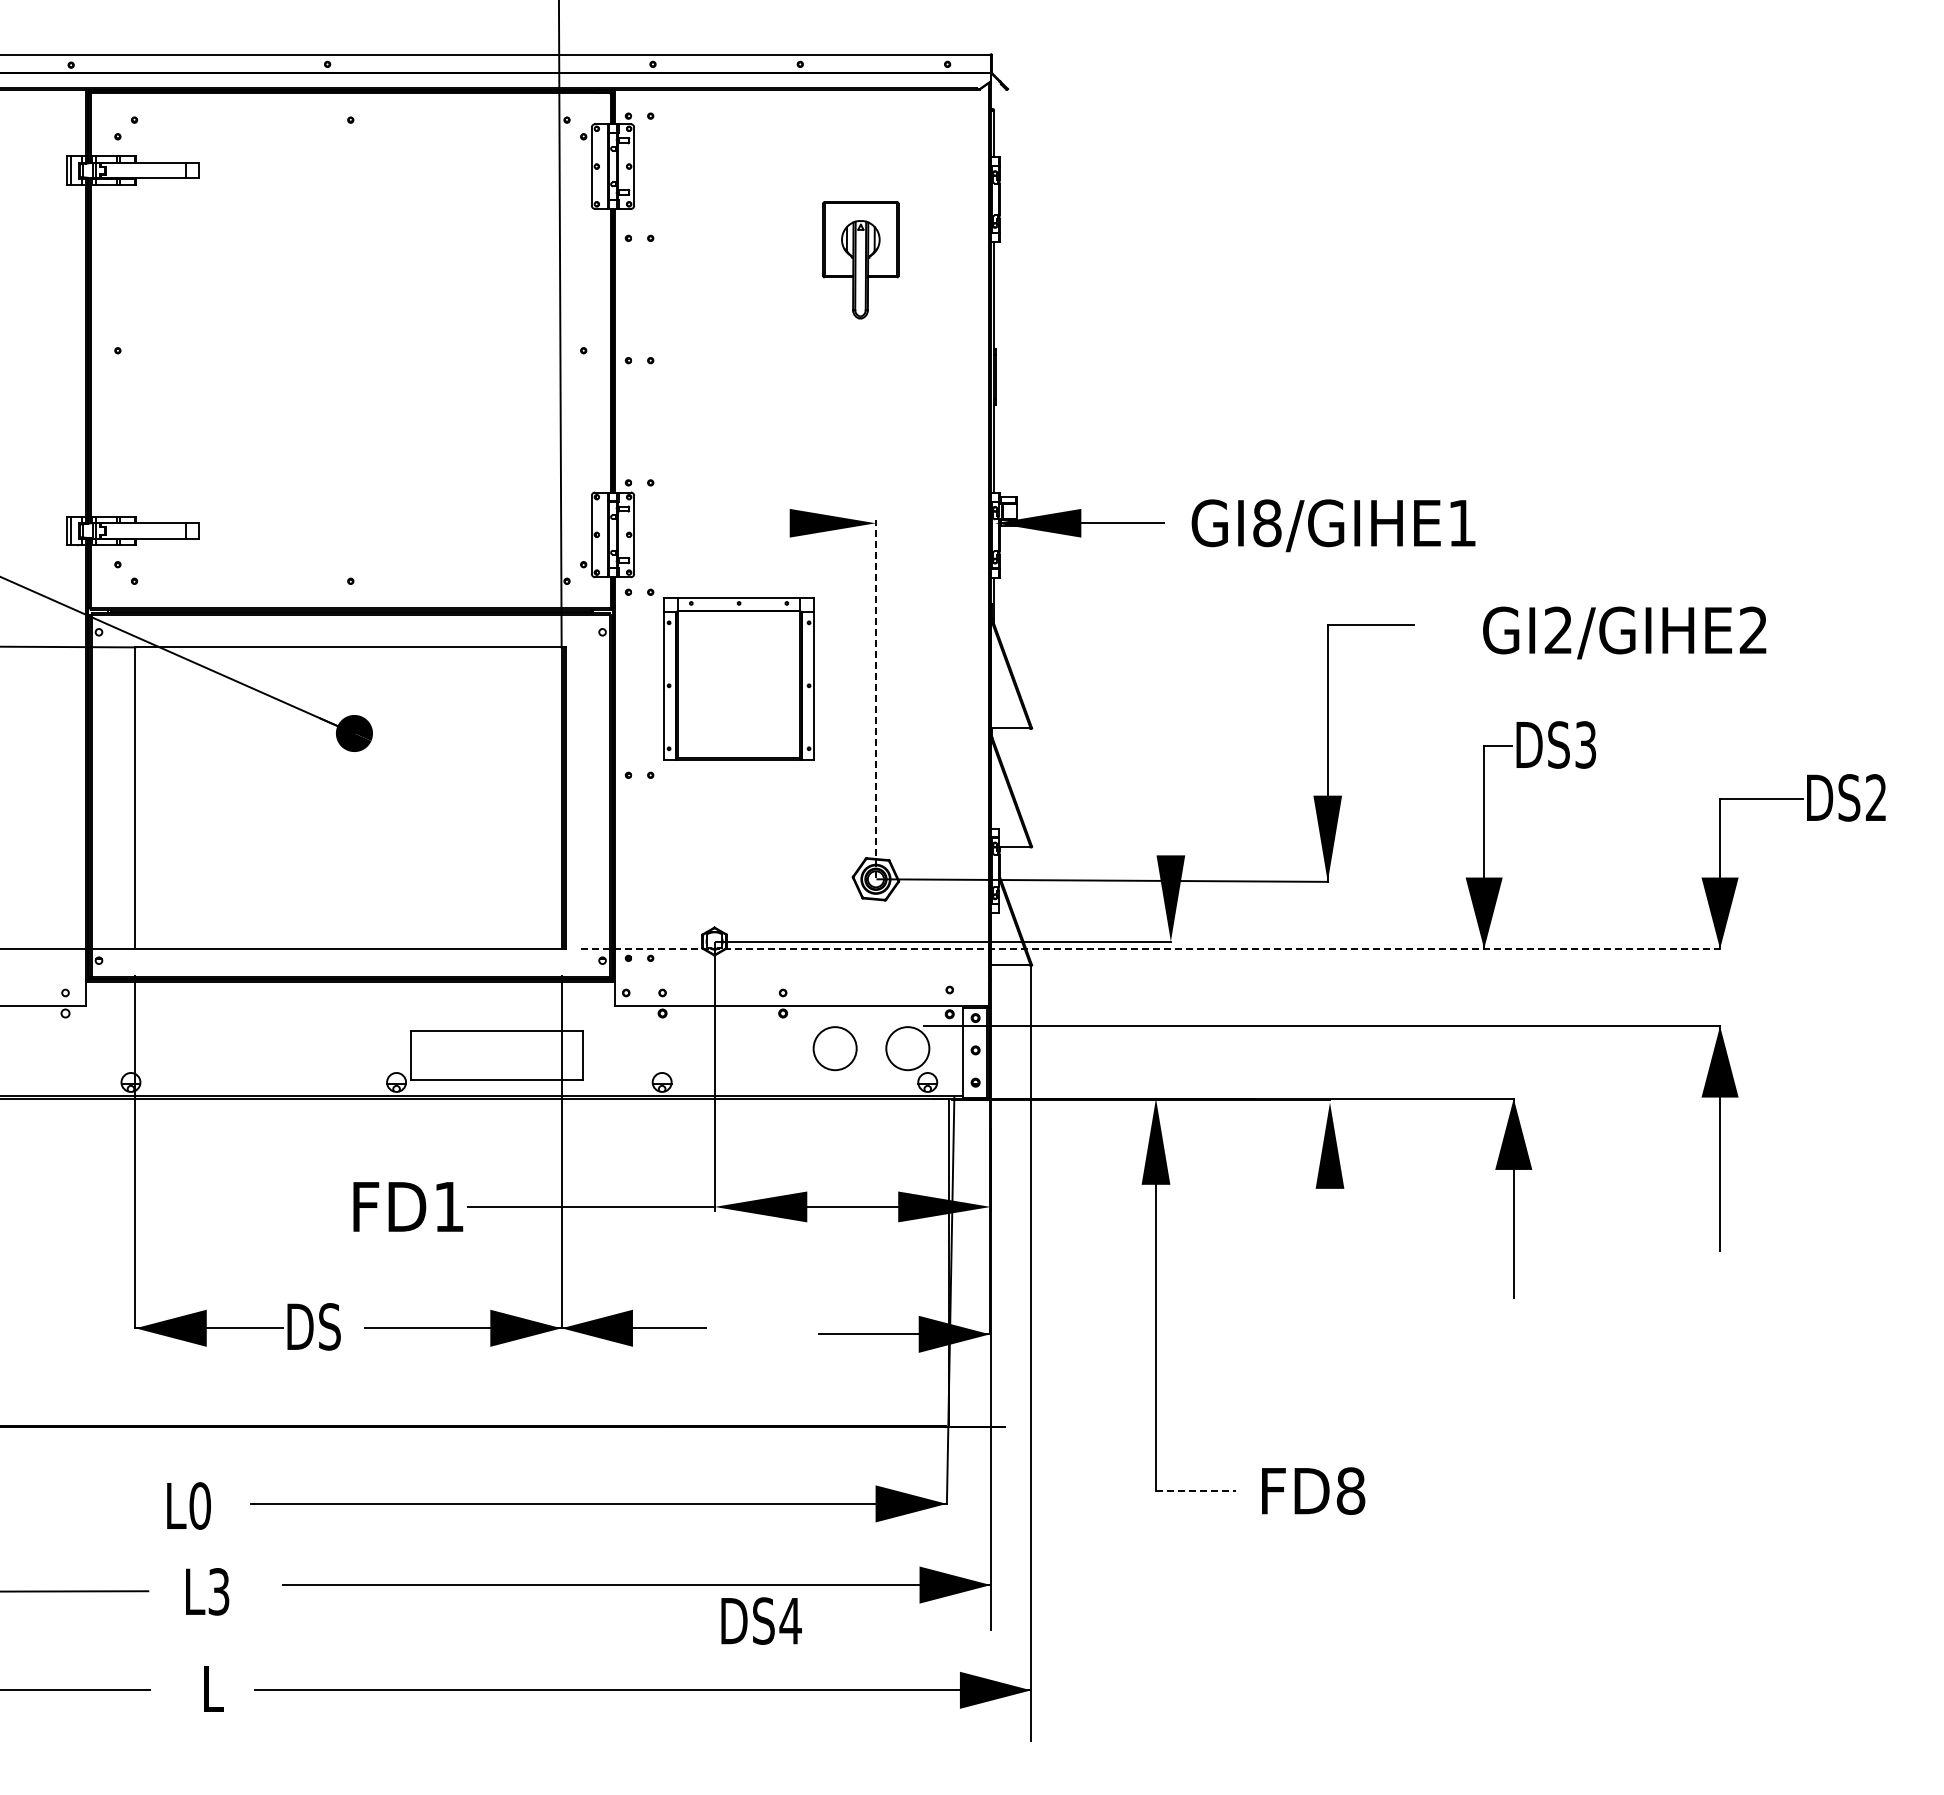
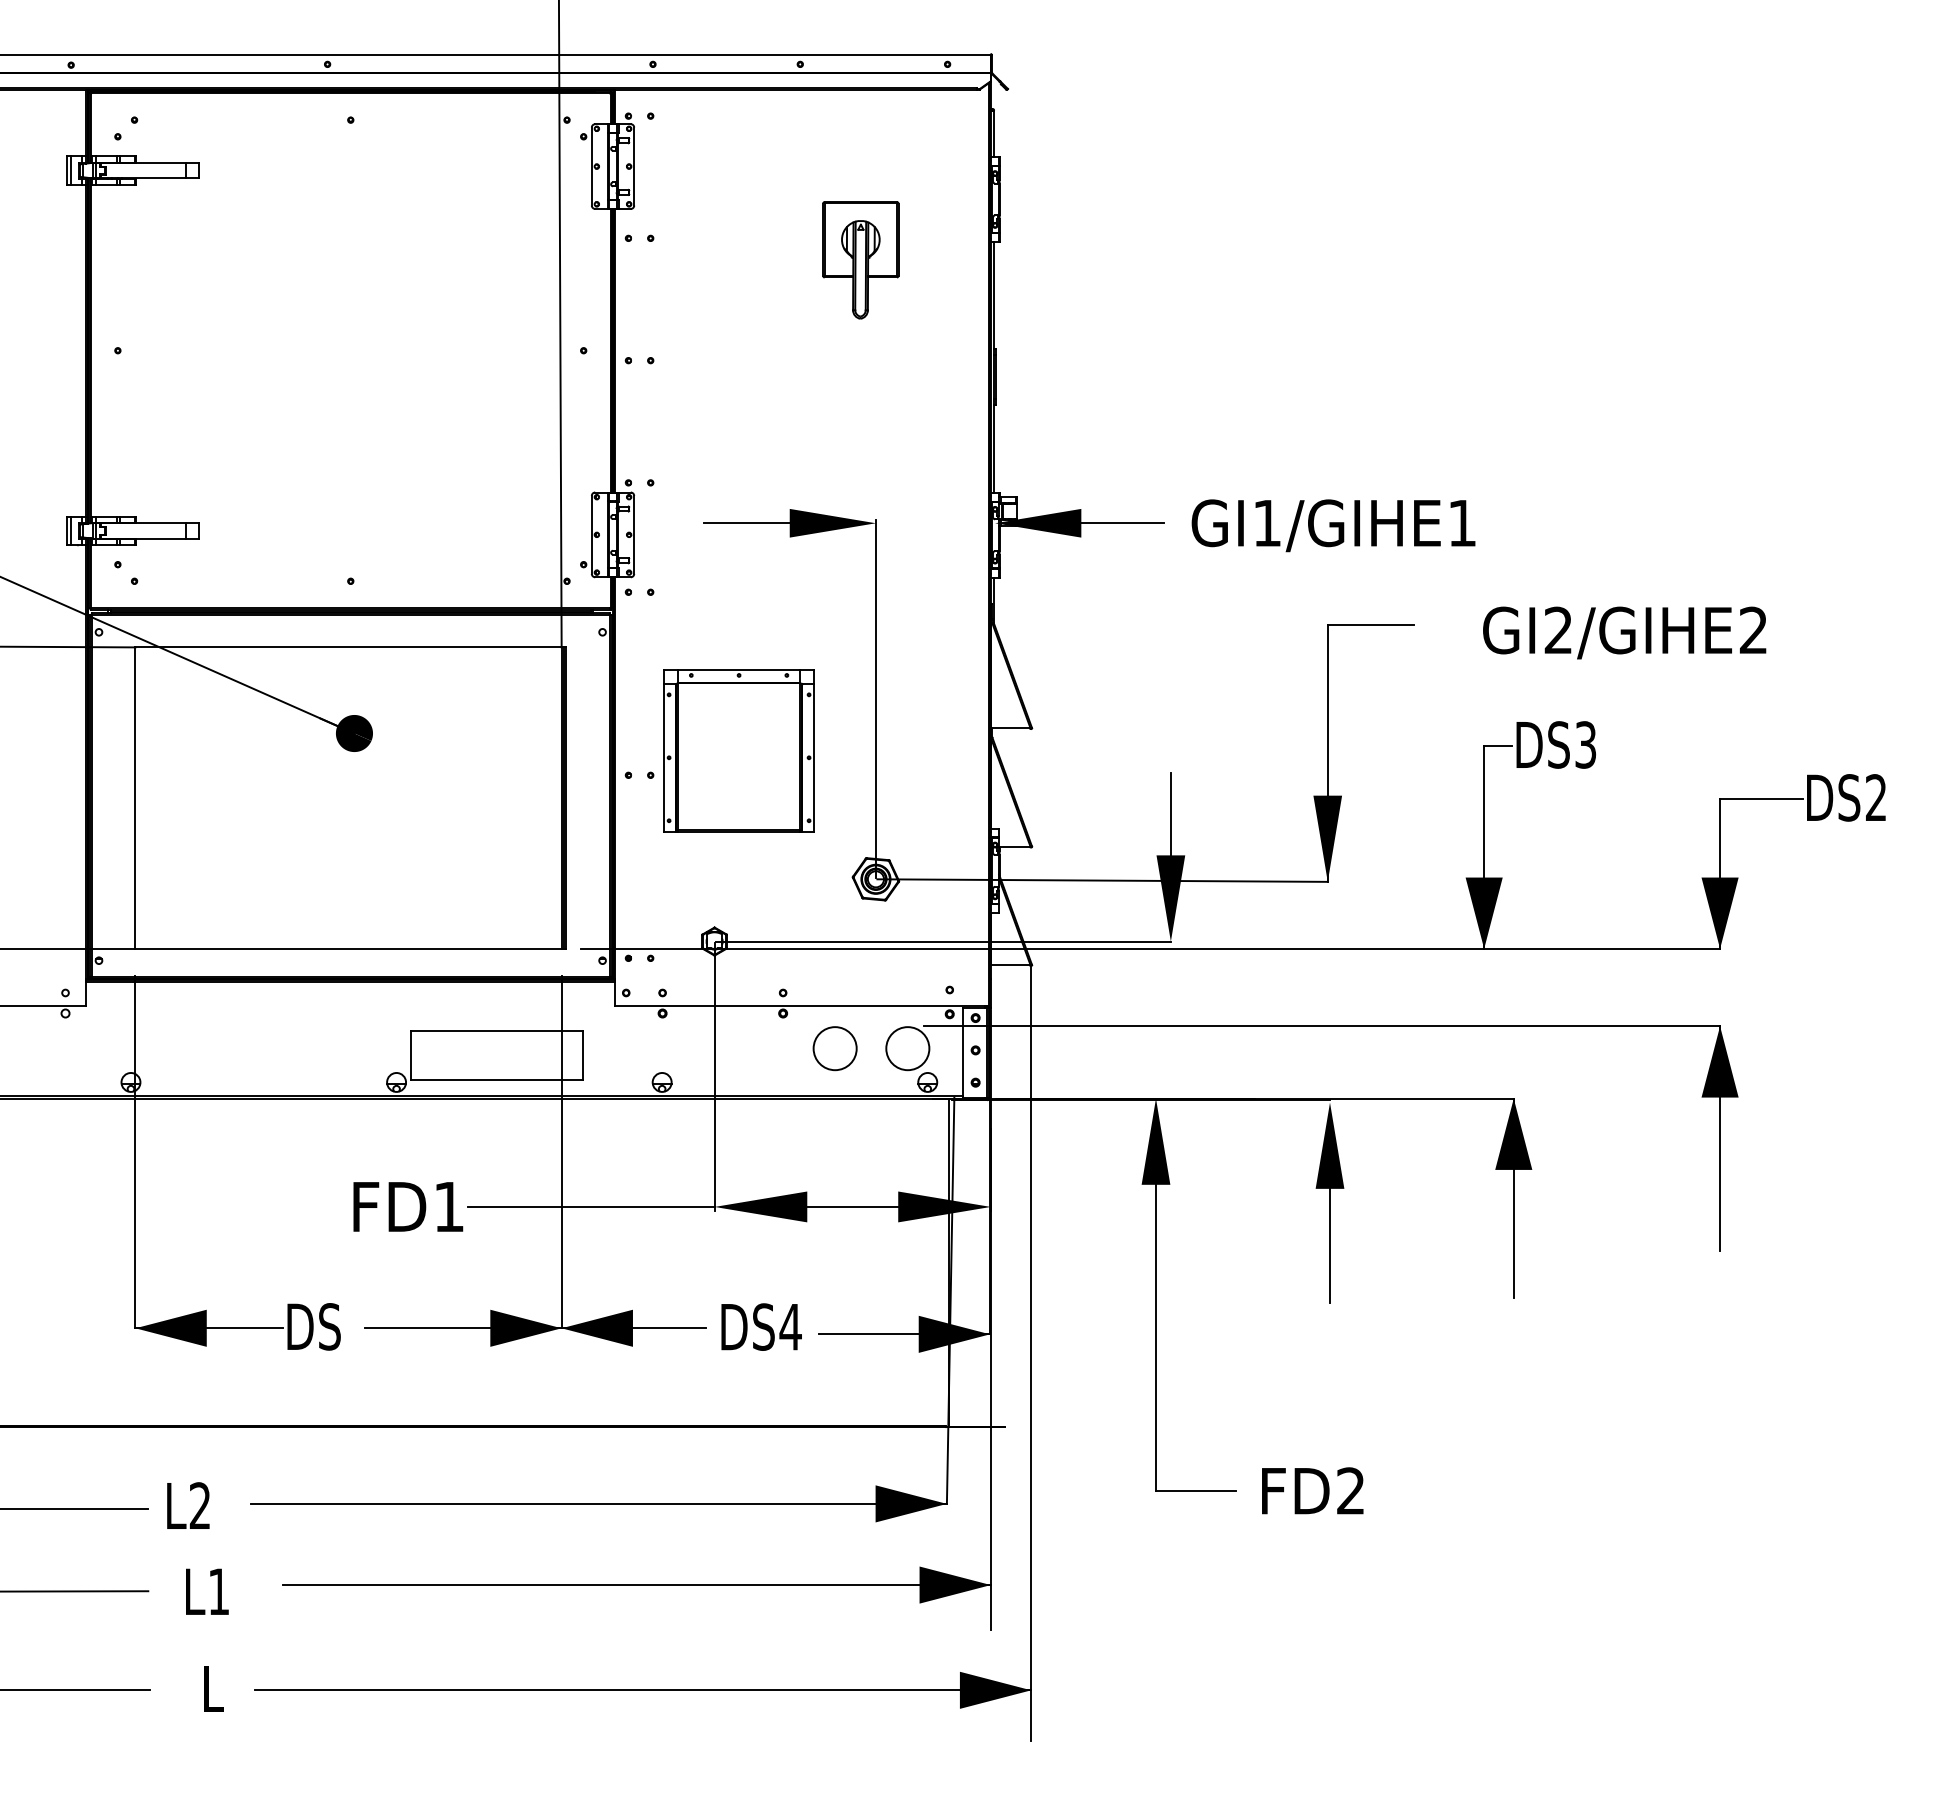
line at (746, 523): none -> present
text at (1267, 523): GI8/GIHE1 -> GI1/GIHE1
part at (738, 678) position: (738, 678) -> (738, 750)
line at (875, 698): dashed -> solid
line at (1171, 815): none -> present
line at (1151, 948): dashed -> solid
line at (1330, 1245): none -> present
text at (1350, 1490): FD8 -> FD2
line at (1196, 1491): dashed -> solid
text at (199, 1505): L0 -> L2
line at (75, 1508): none -> present
text at (218, 1591): L3 -> L1
text at (761, 1620) position: (761, 1620) -> (761, 1326)
